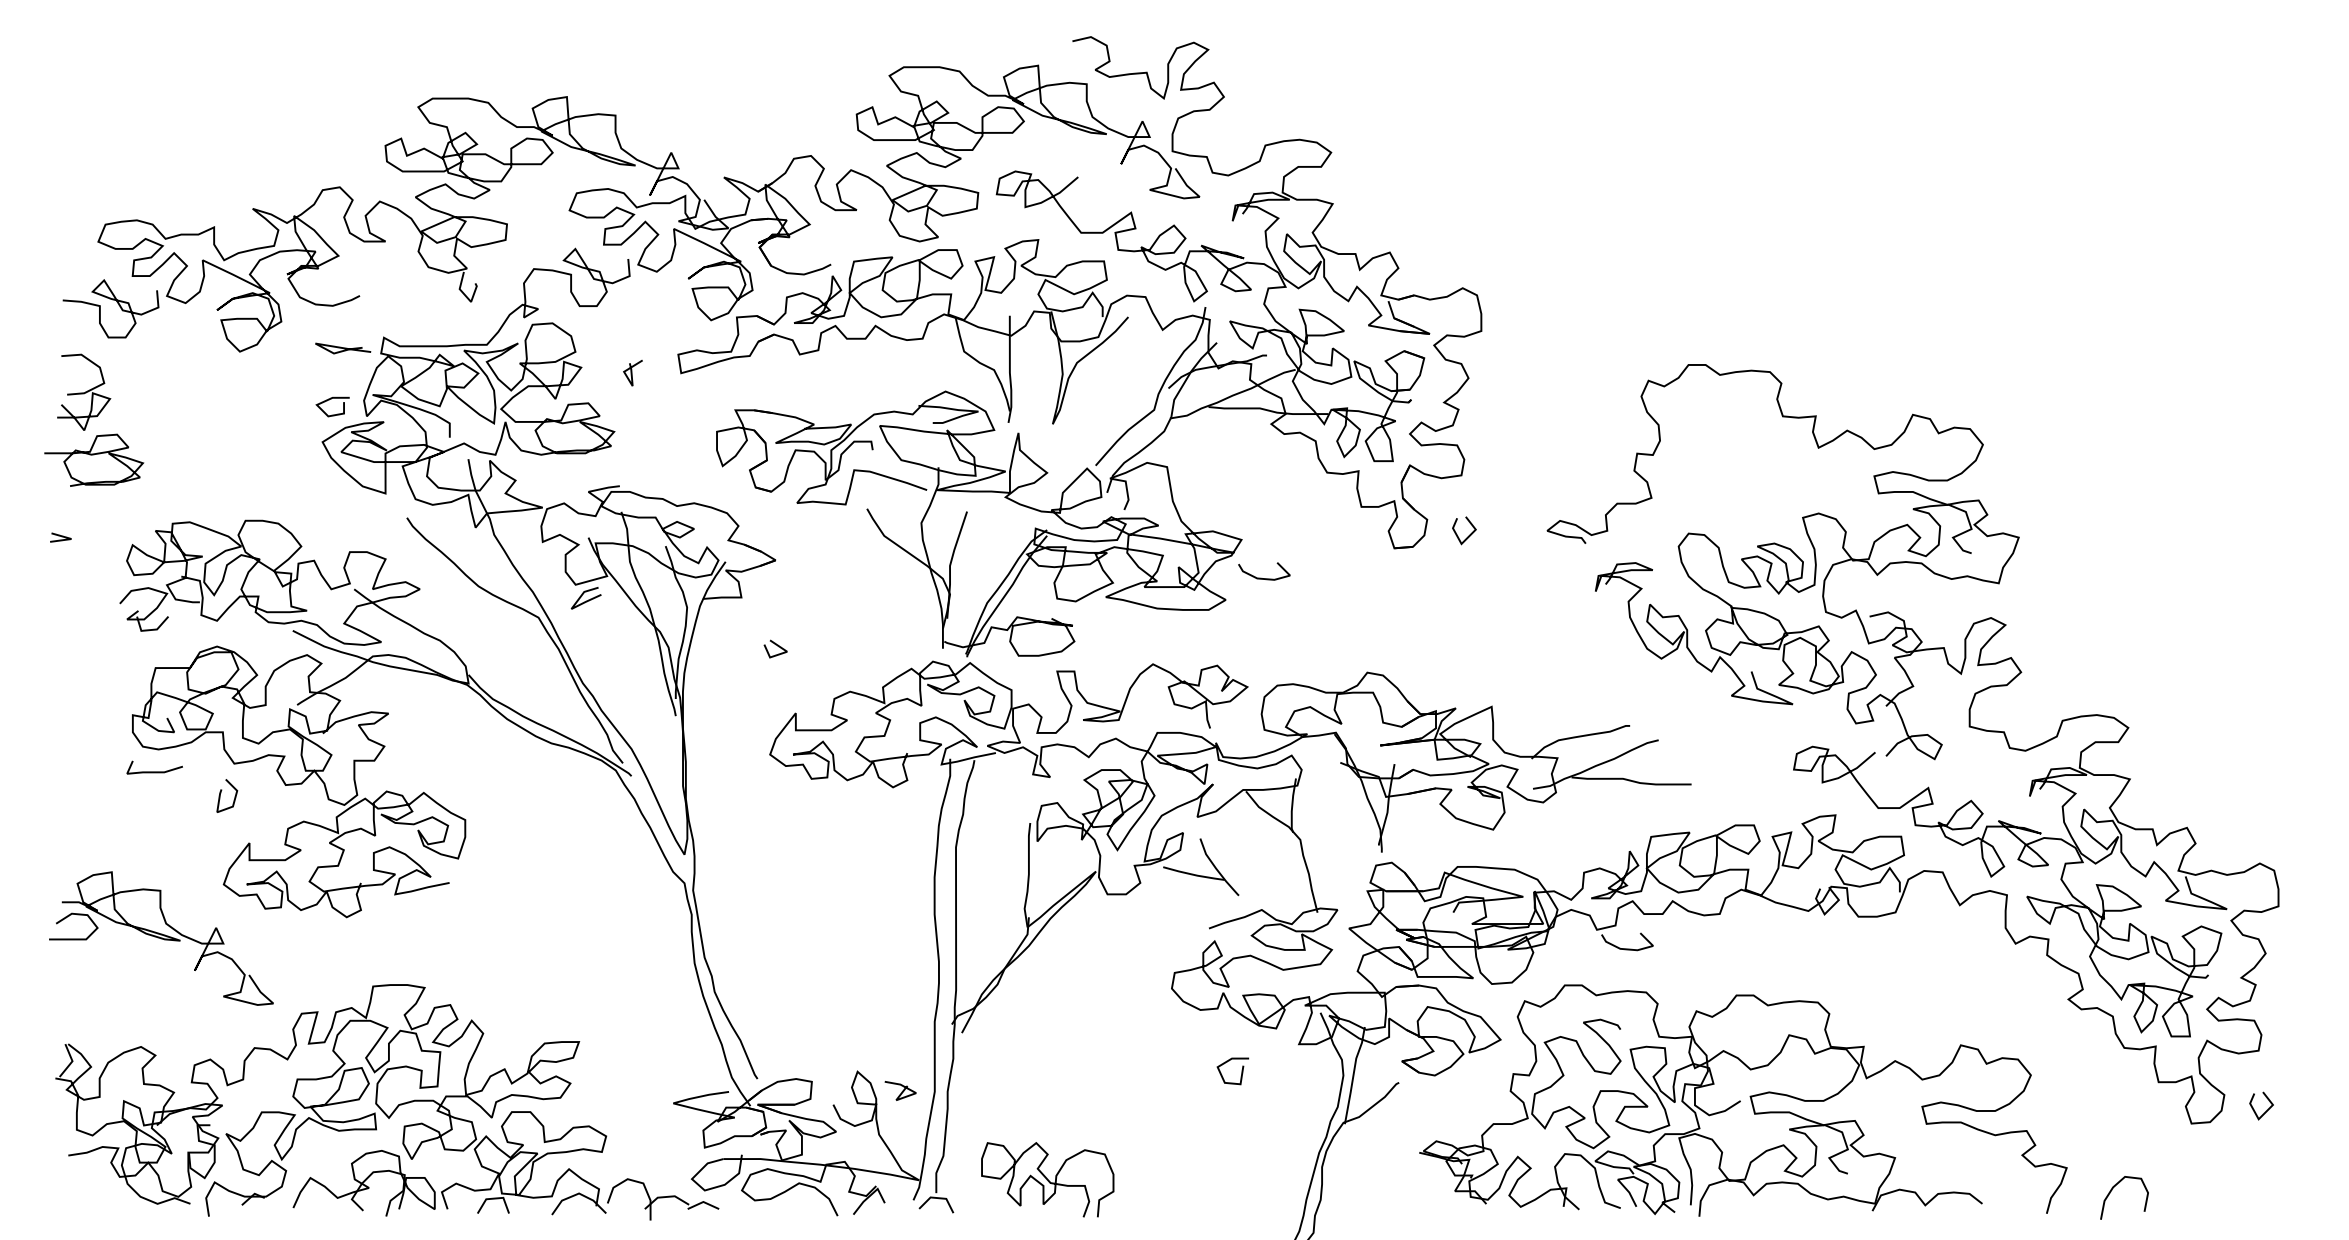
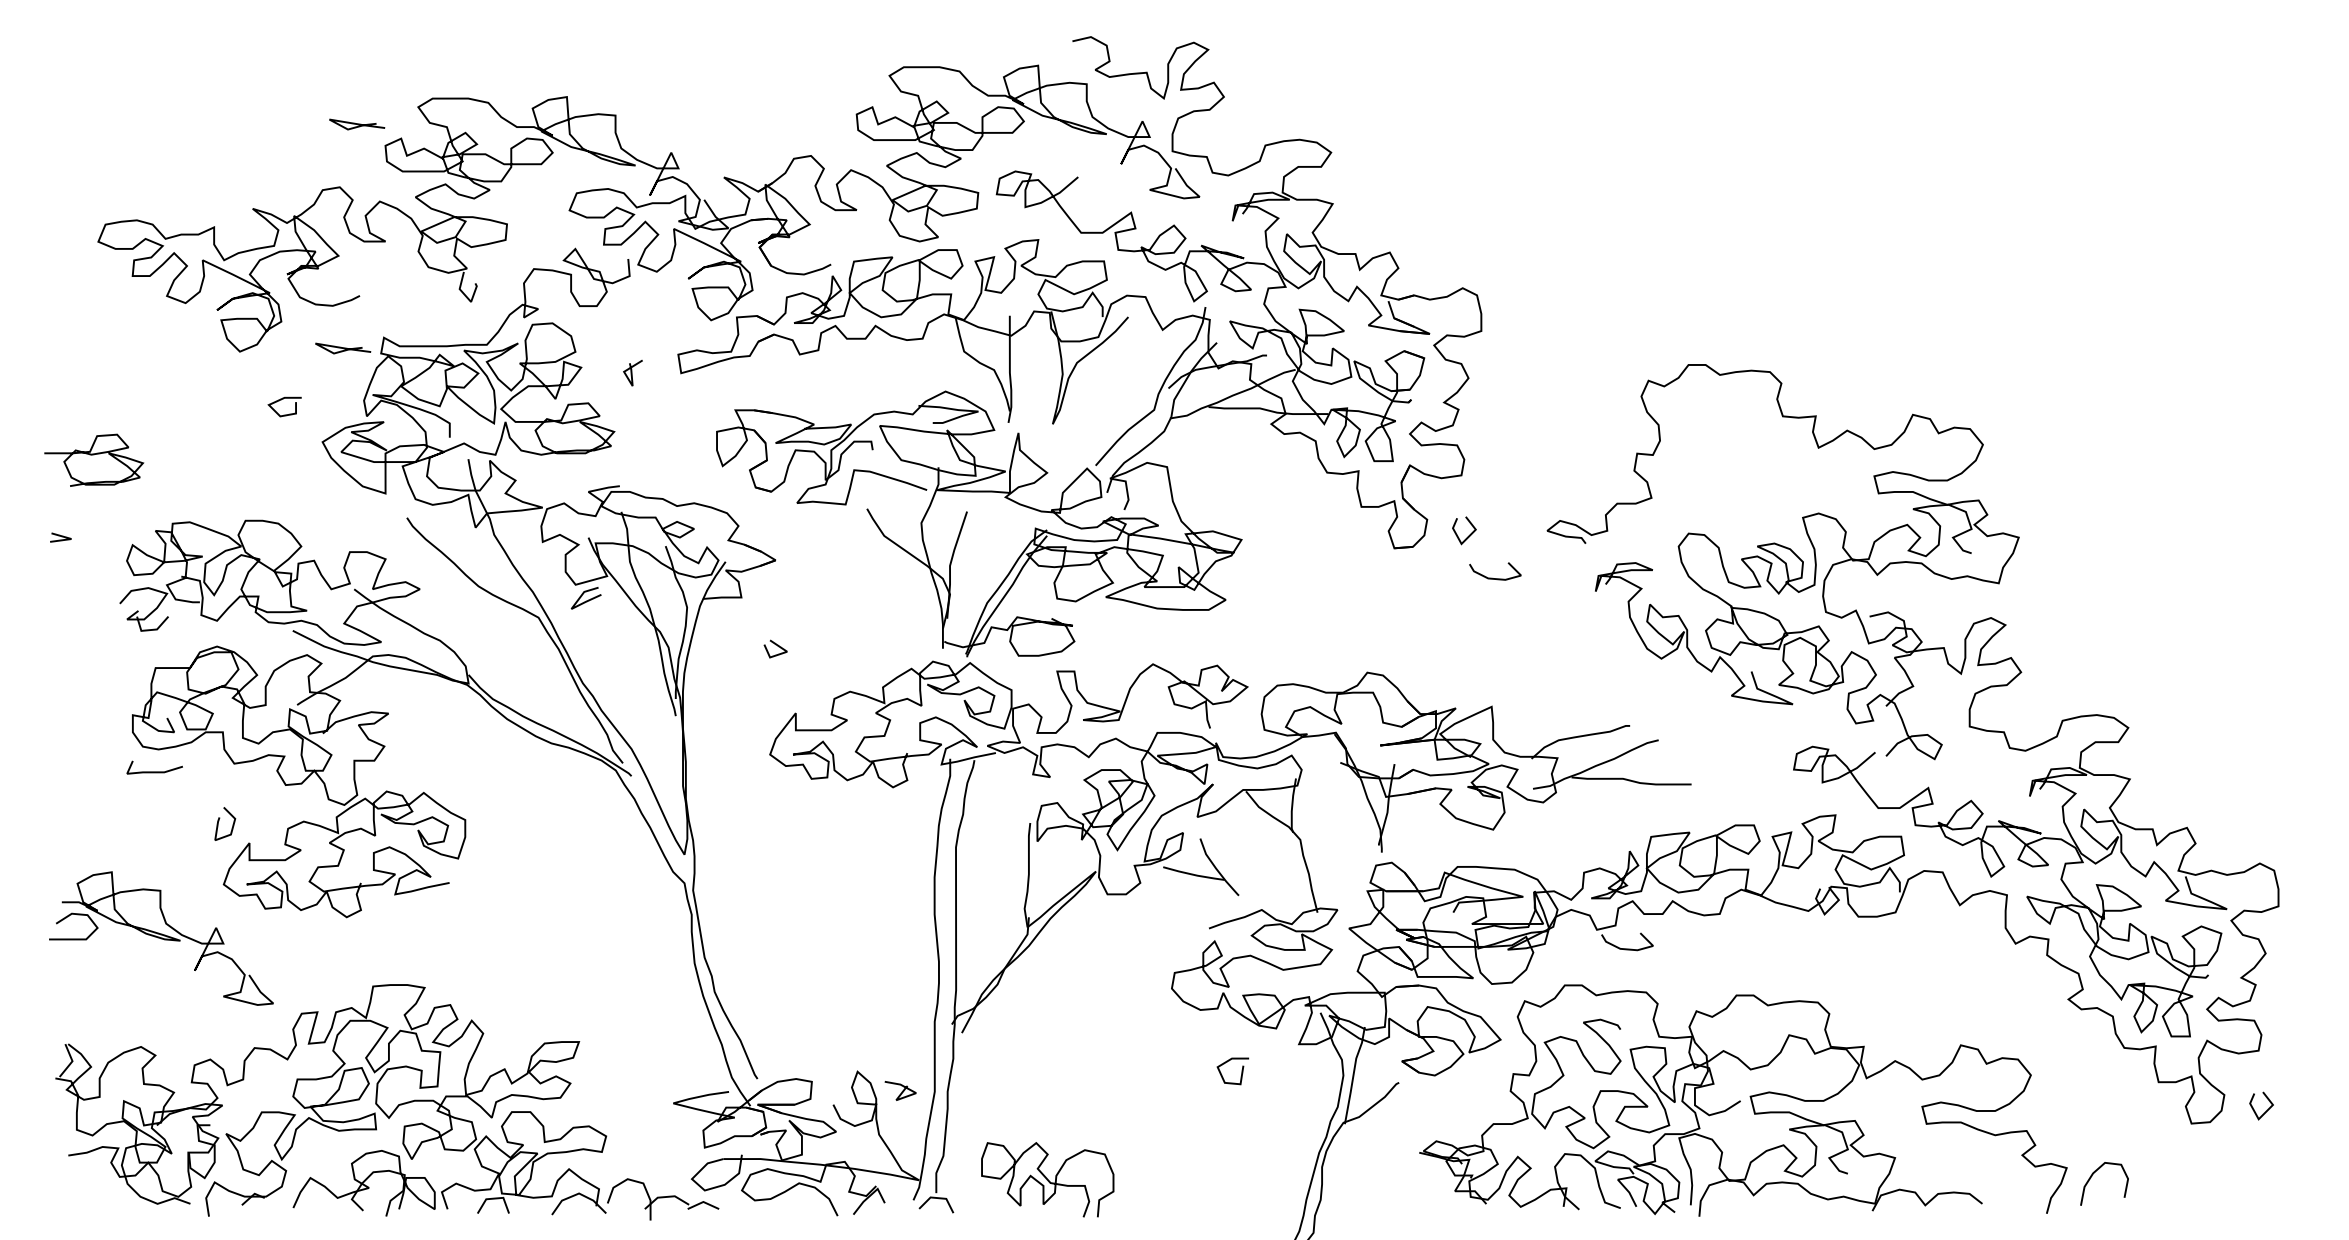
curve at (357, 124): none -> present
curve at (112, 300): present -> none
part at (84, 391): present -> none
curve at (329, 400) position: (329, 400) -> (281, 400)
curve at (1261, 577) position: (1261, 577) -> (1492, 577)
curve at (221, 793) position: (221, 793) -> (219, 821)
curve at (2112, 1190) position: (2112, 1190) -> (2092, 1176)
